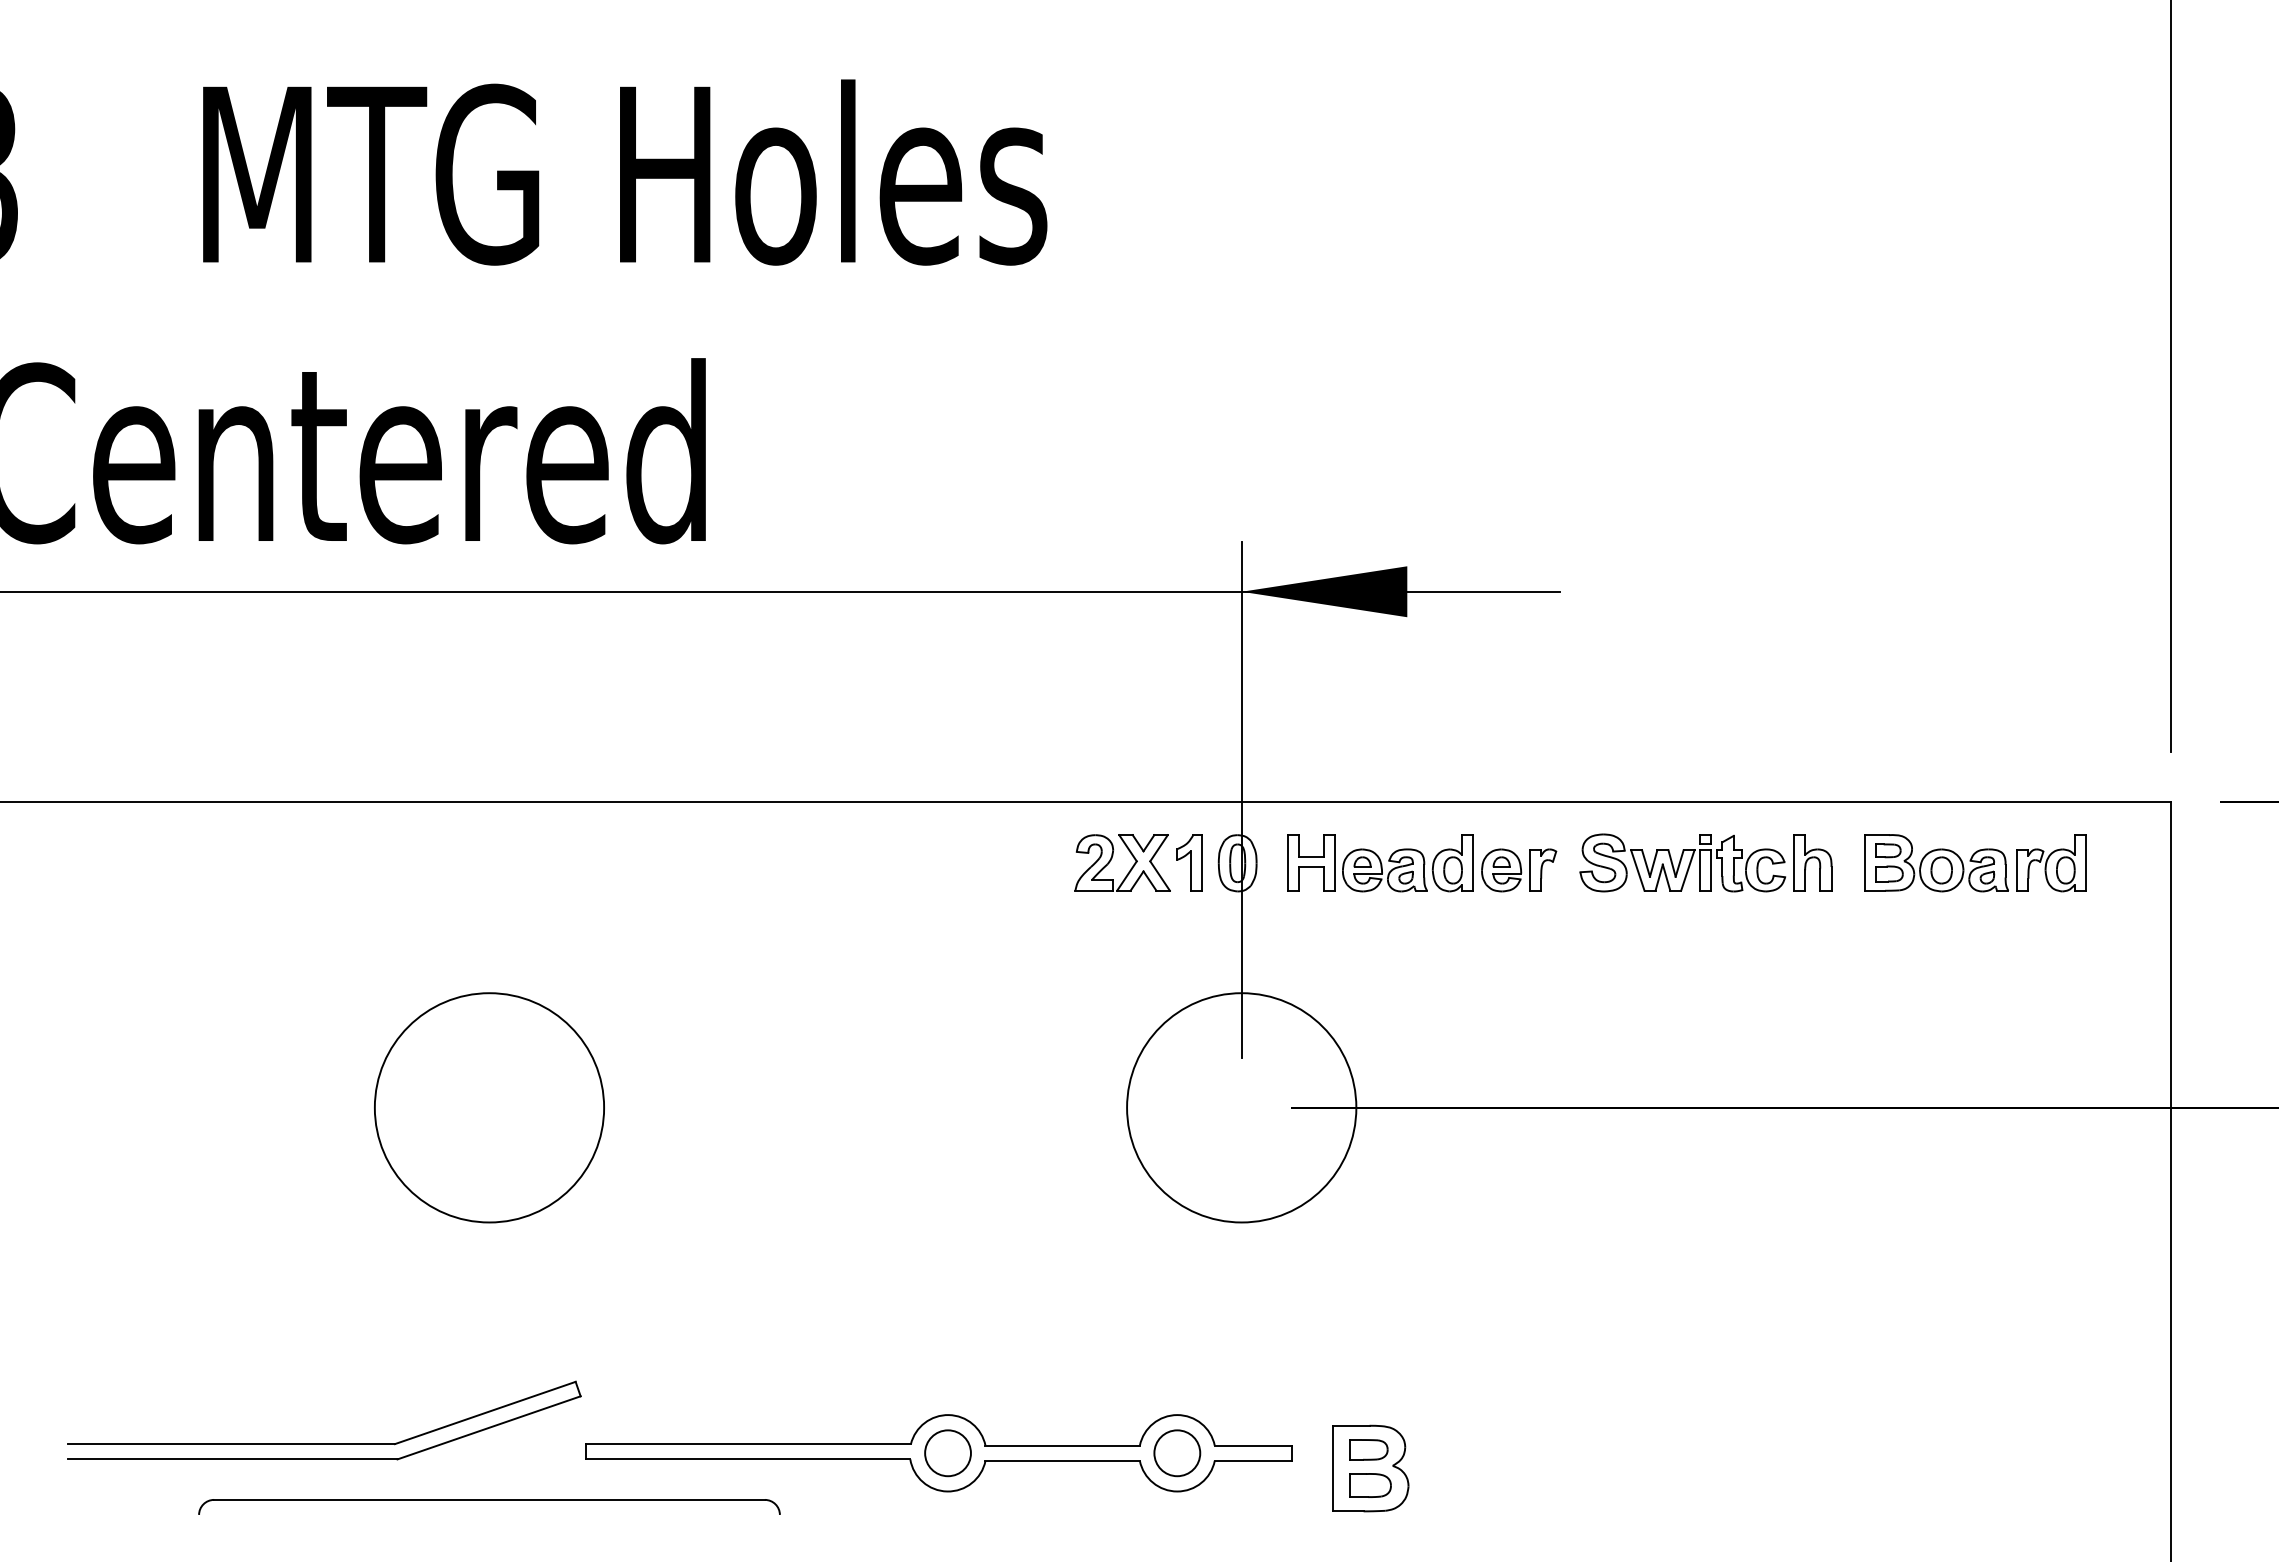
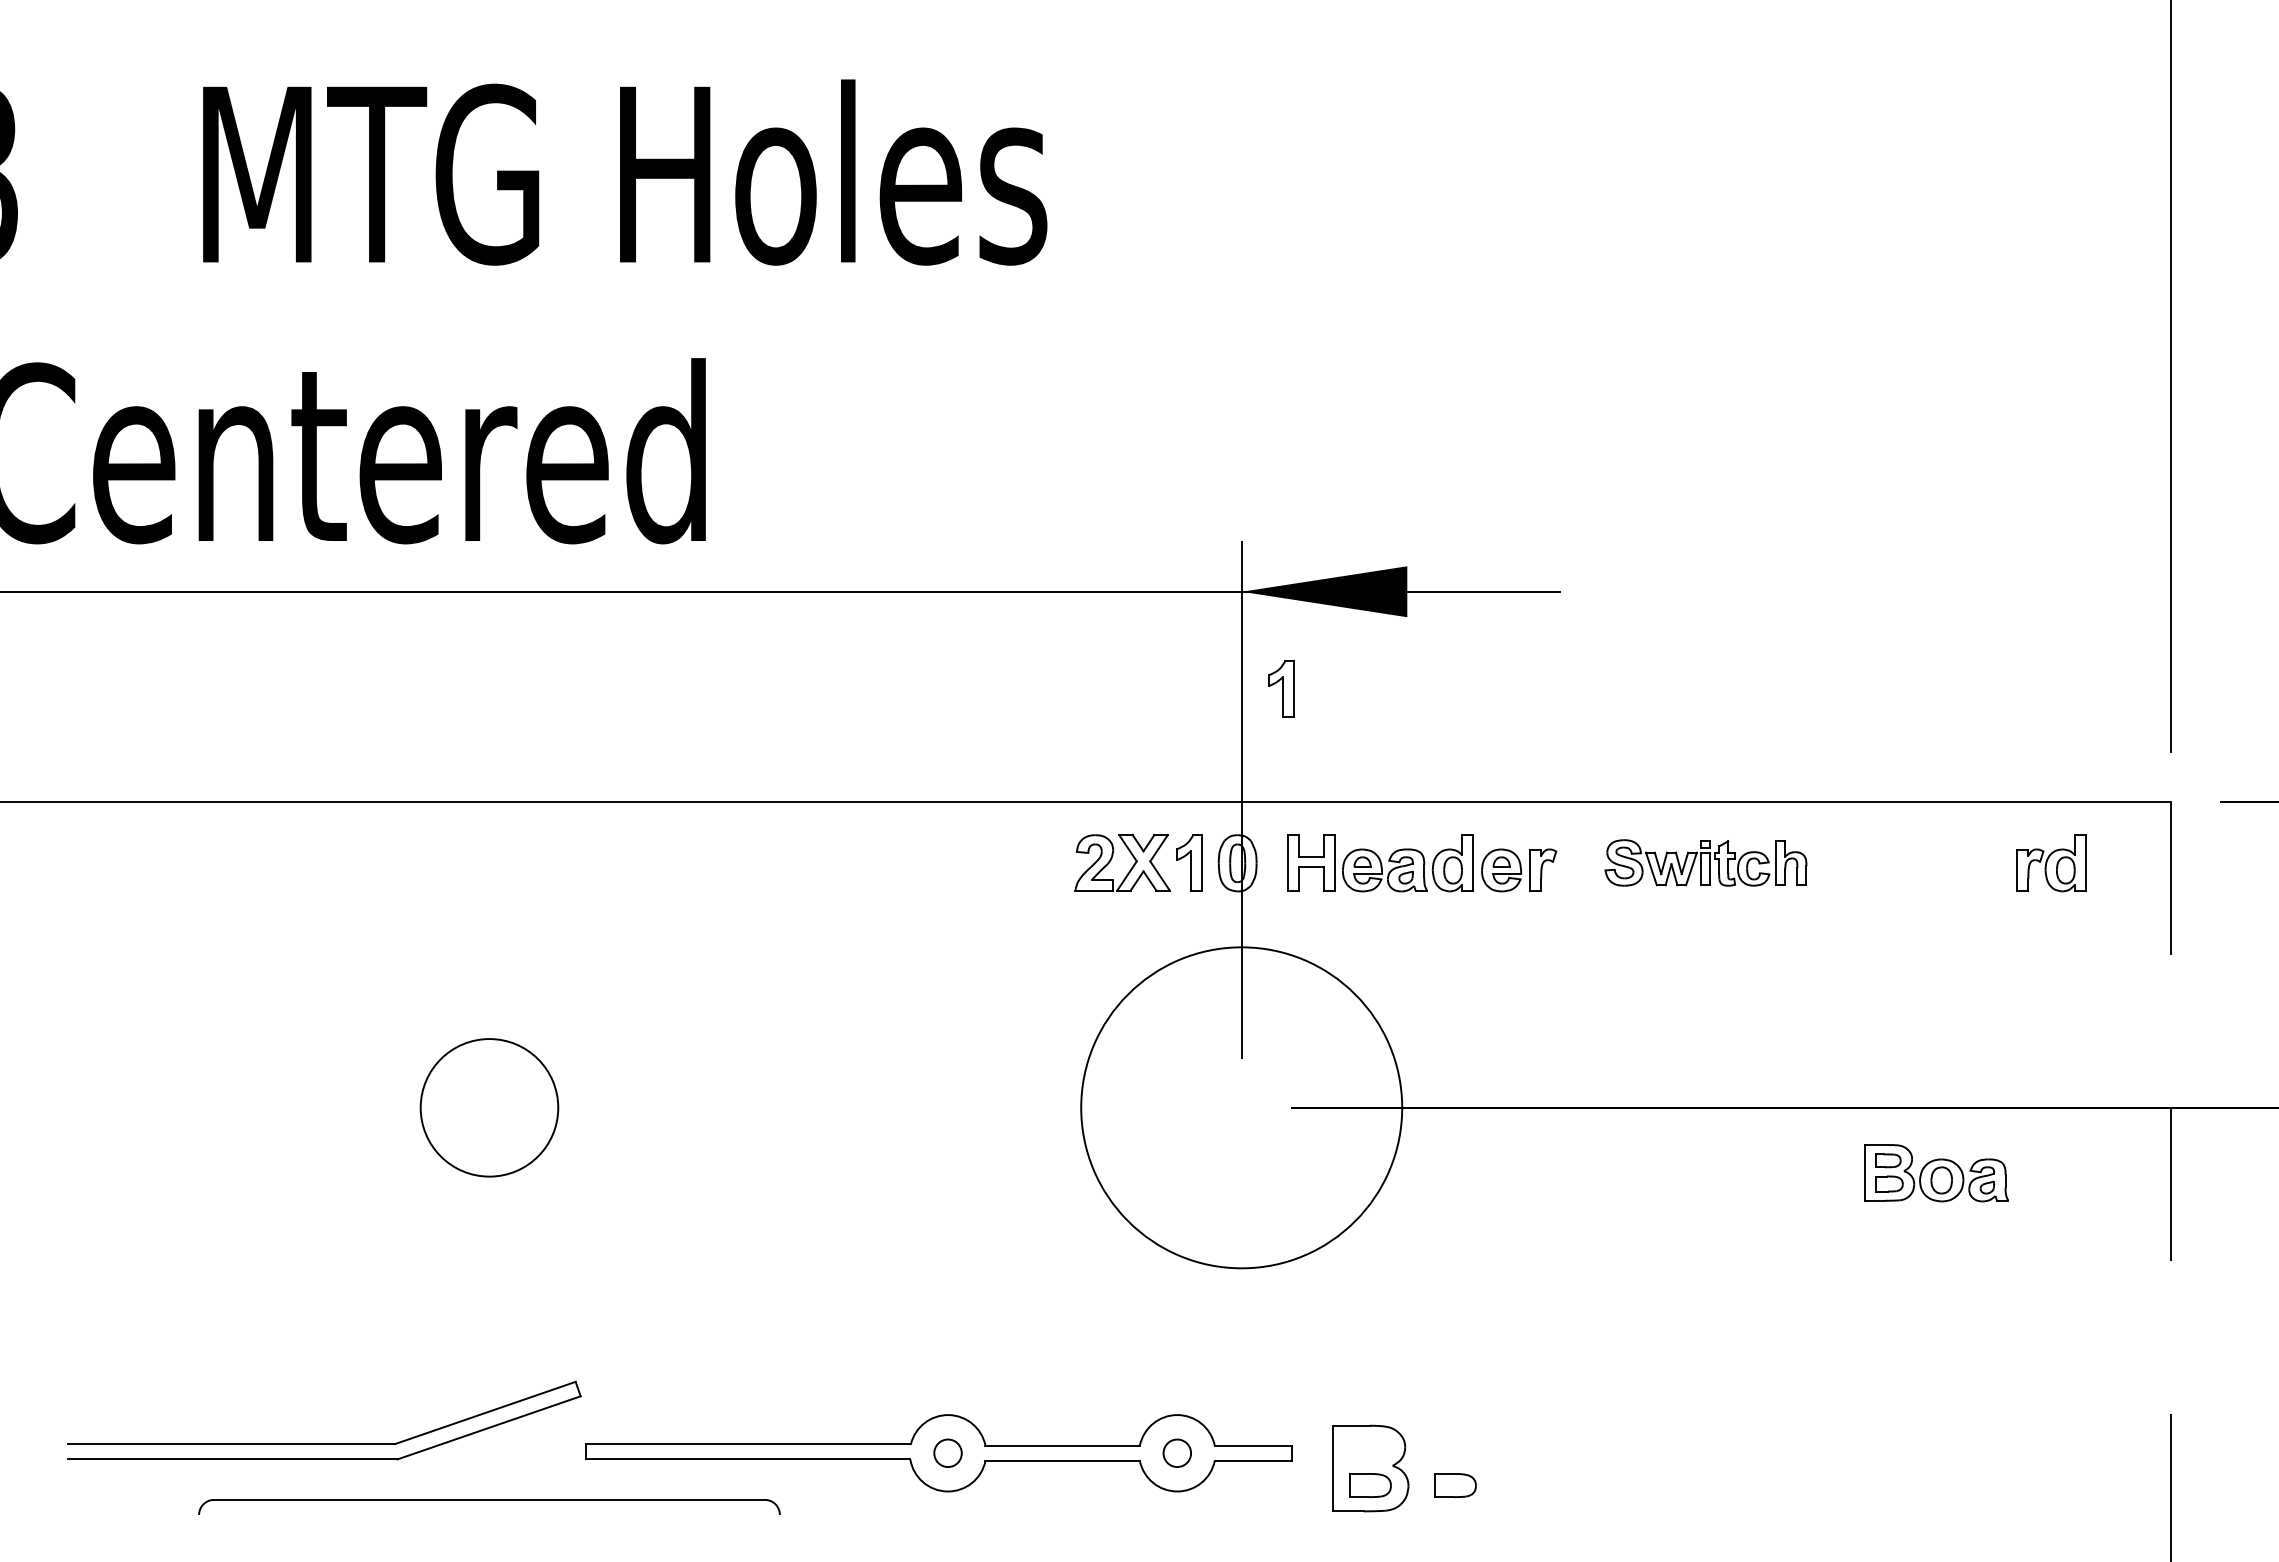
part at (1281, 688): none -> present
part at (1705, 862) size: 254x60 px -> 204x48 px
part at (1936, 863) position: (1936, 863) -> (1936, 1173)
circle at (489, 1107) diameter: 229 px -> 138 px
circle at (1241, 1107) diameter: 229 px -> 321 px
line at (2170, 1181): solid -> dashed
part at (1368, 1449): present -> none
circle at (947, 1453) diameter: 46 px -> 28 px
circle at (1177, 1453) diameter: 46 px -> 28 px
part at (1455, 1485): none -> present
